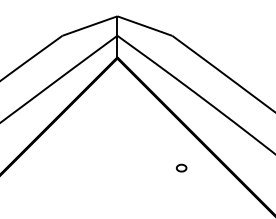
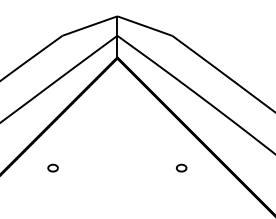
part at (52, 167): none -> present
